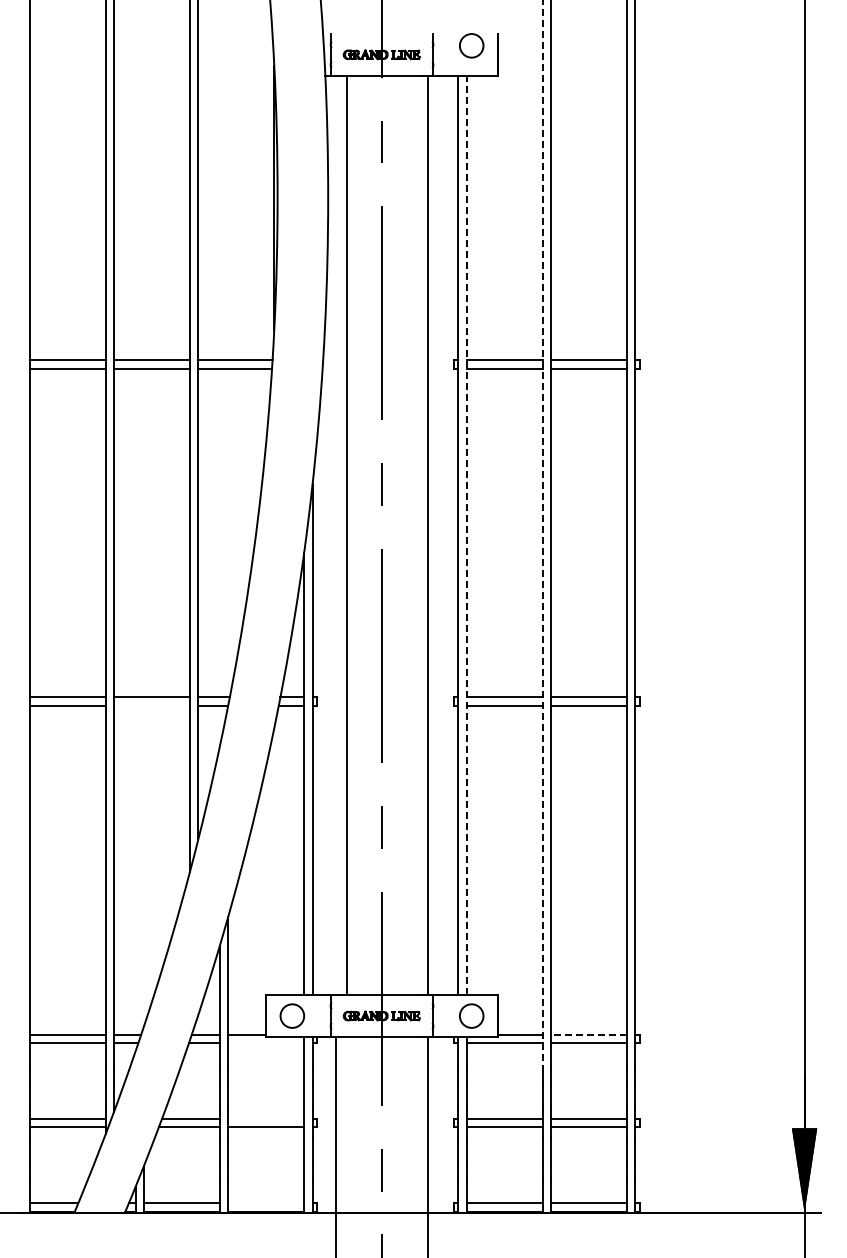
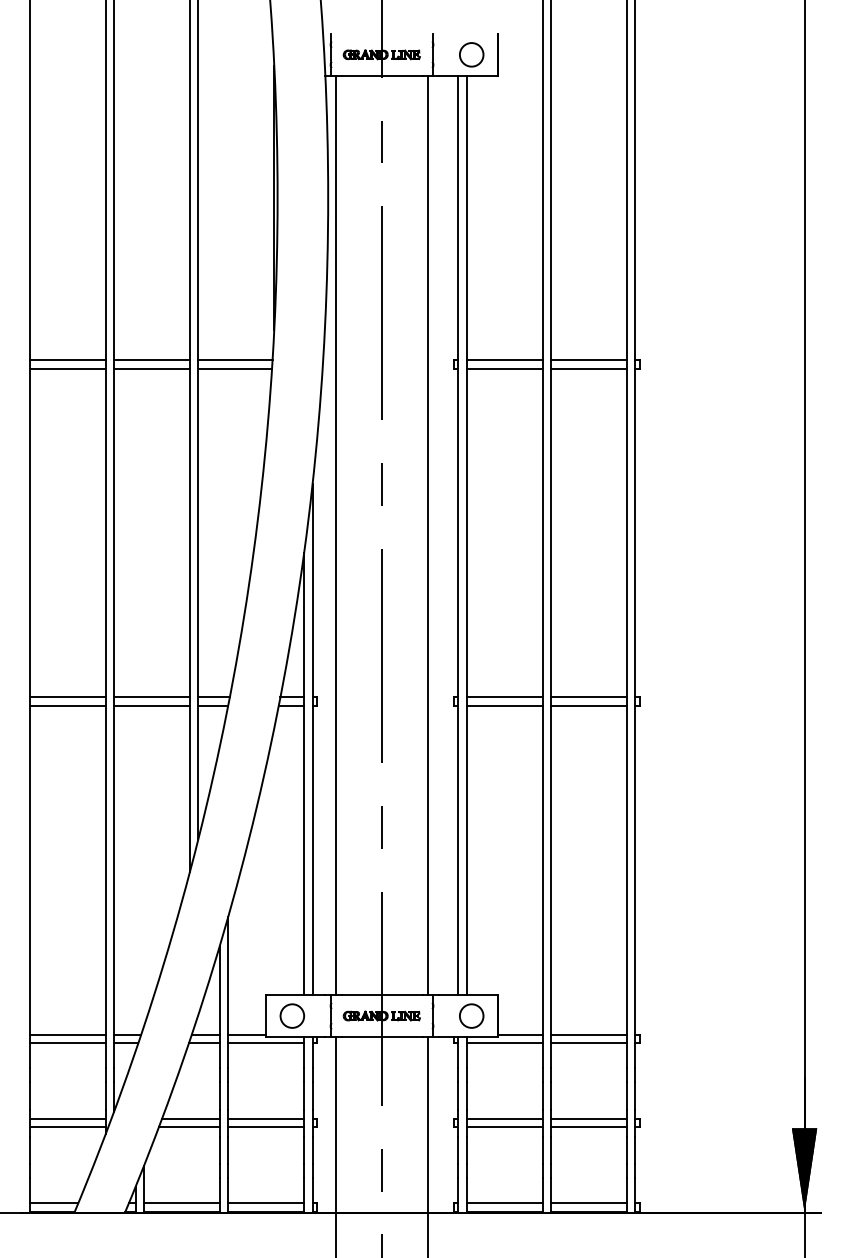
circle at (471, 45) position: (471, 45) -> (471, 54)
line at (542, 534): dashed -> solid
line at (346, 535) position: (346, 535) -> (335, 535)
line at (466, 535): dashed -> solid
line at (151, 705): none -> present
line at (588, 1034): dashed -> solid
line at (266, 1043): none -> present
line at (266, 1118): none -> present
line at (266, 1203): none -> present
